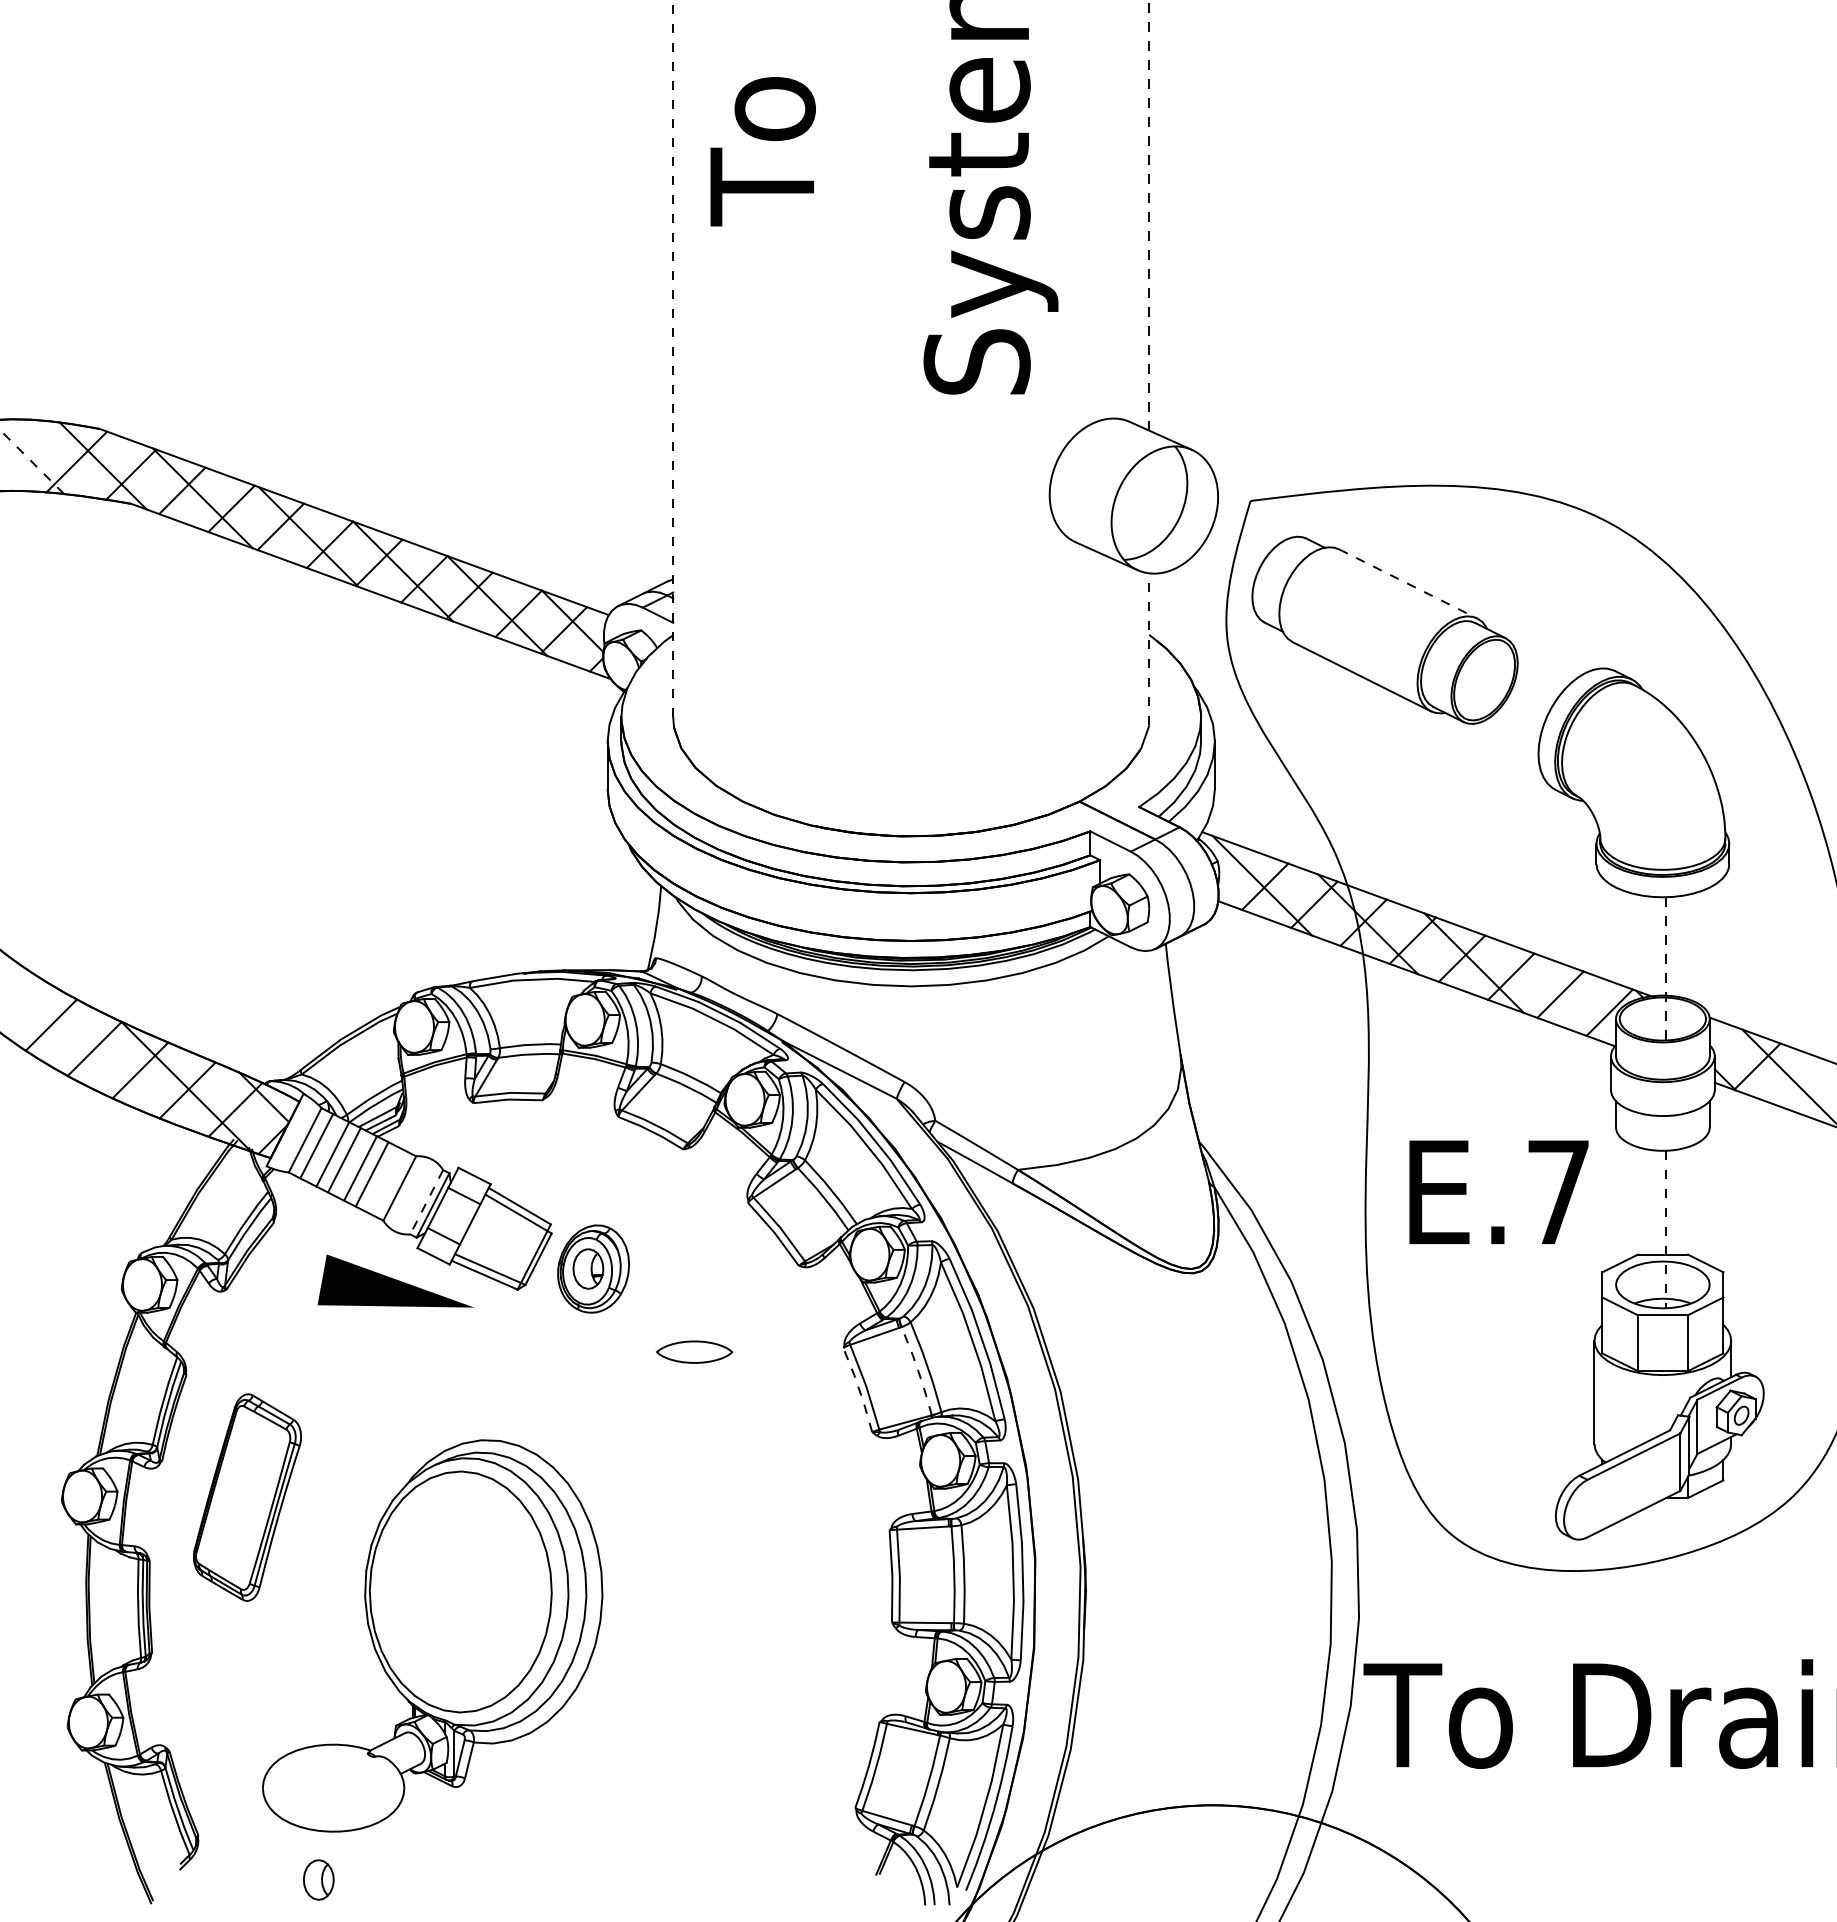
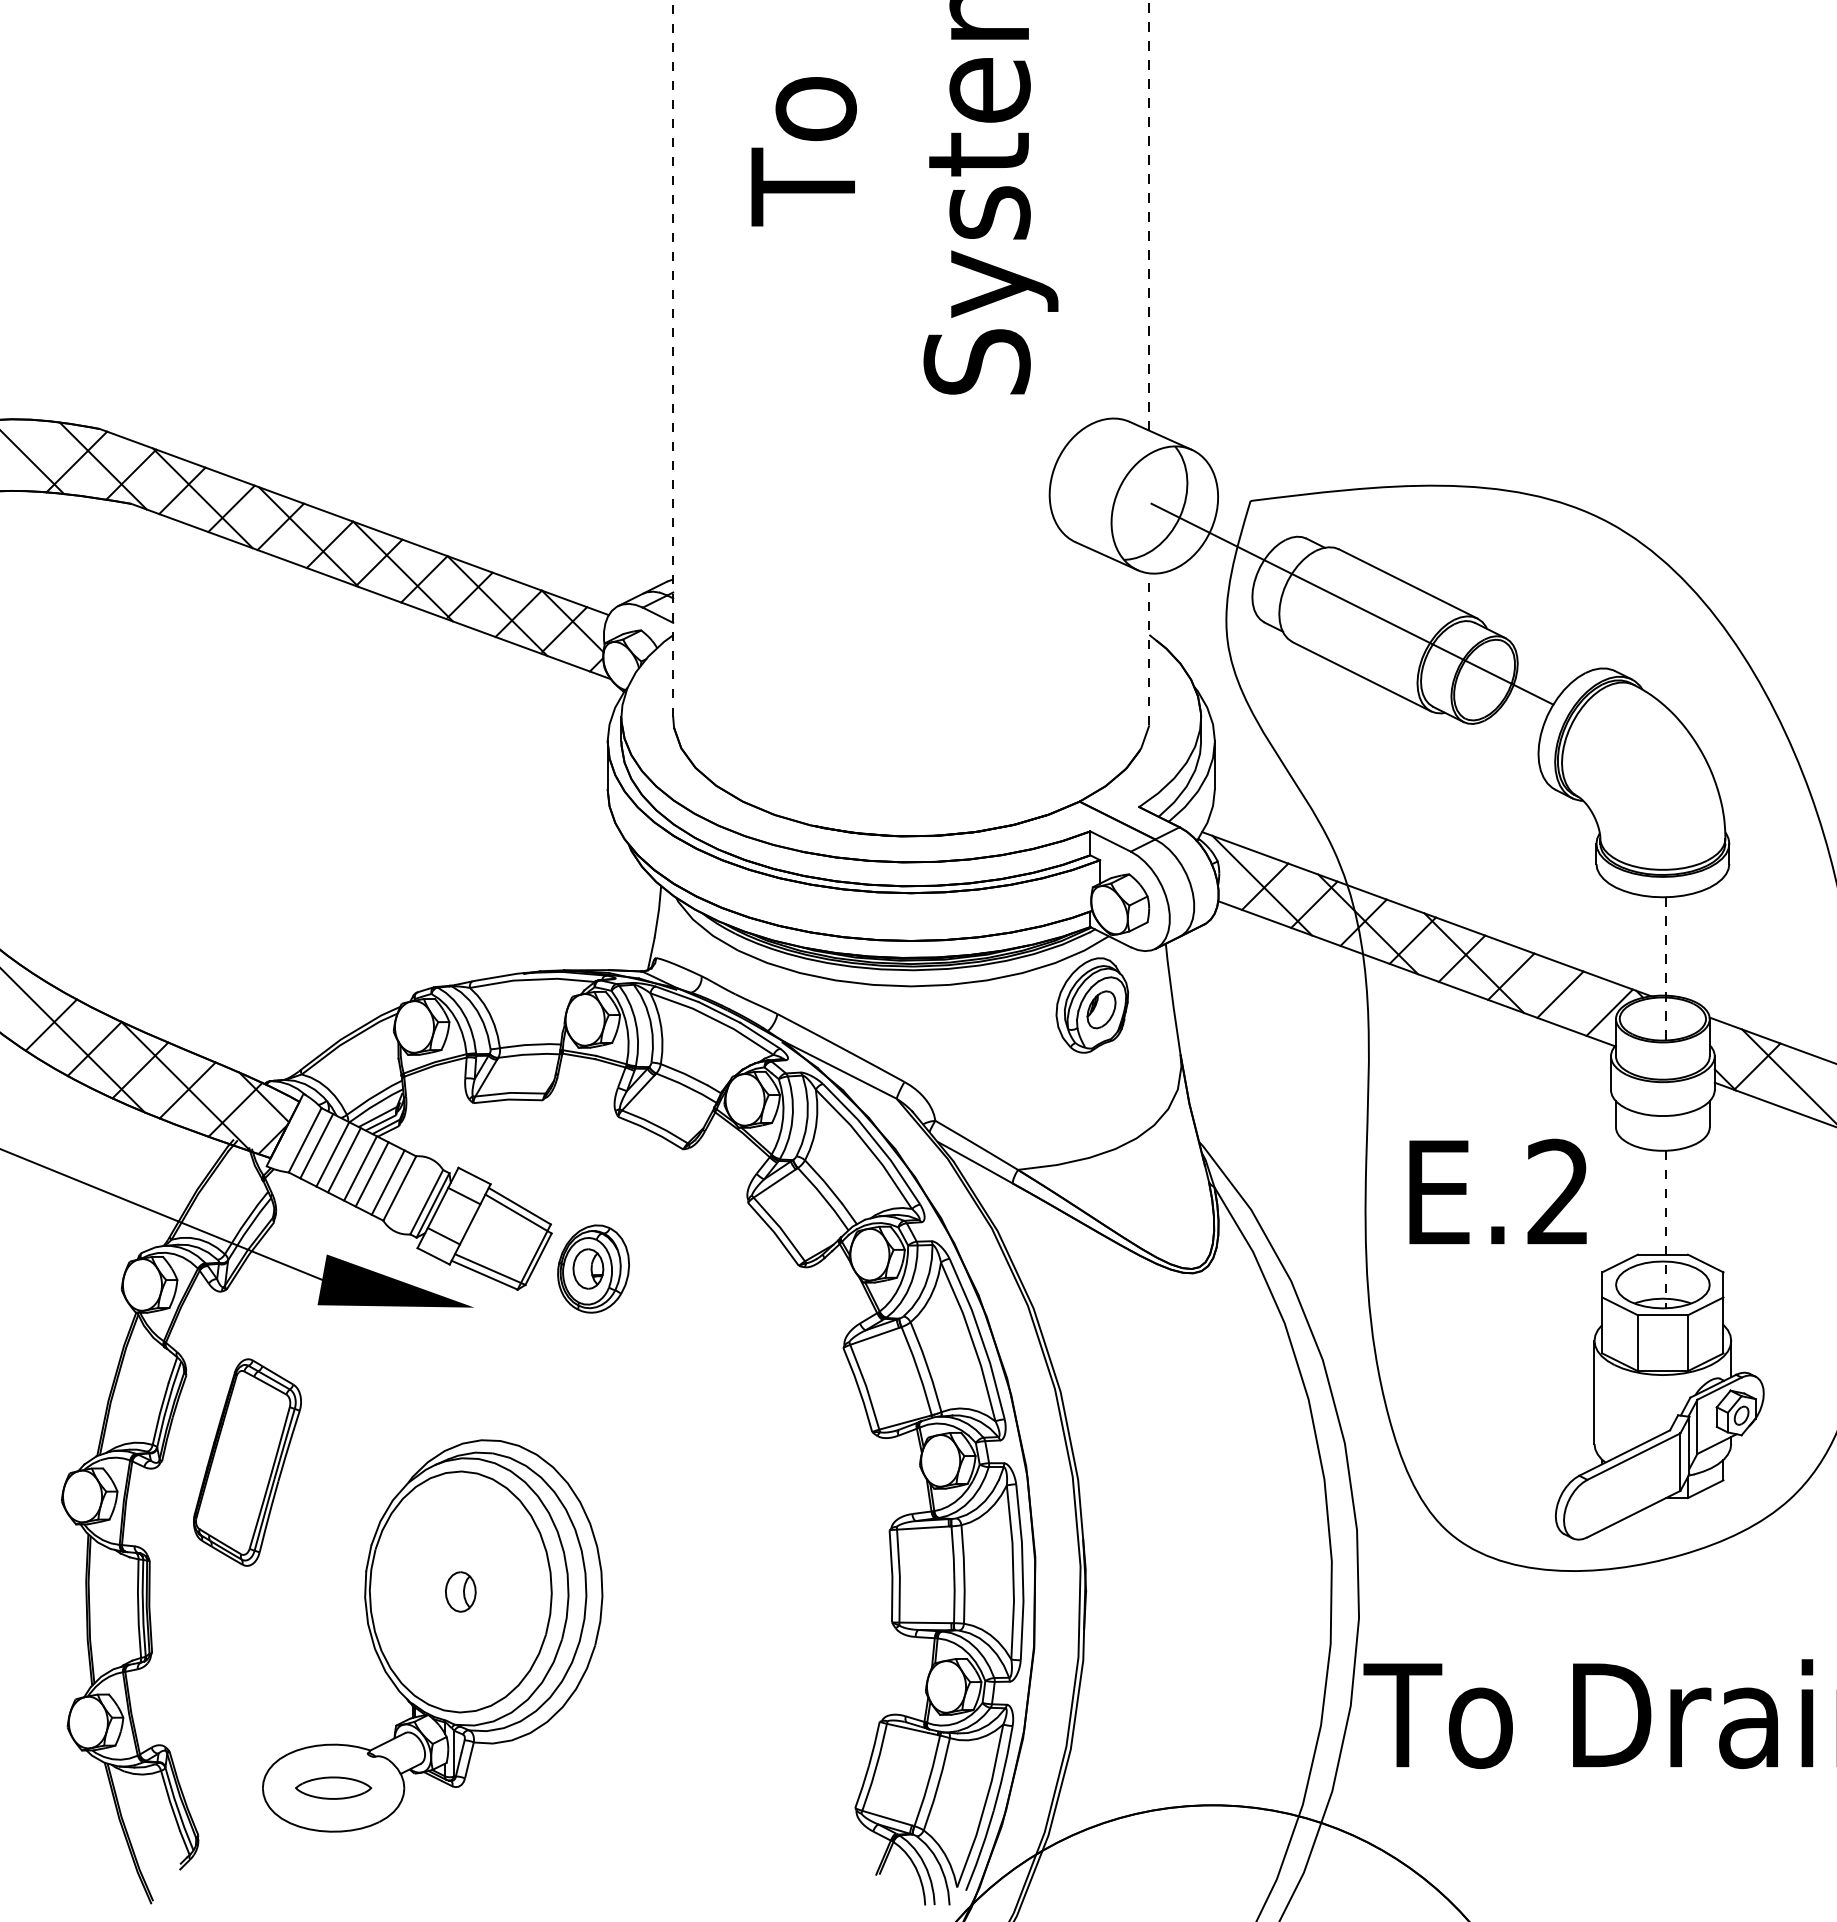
text at (762, 151) position: (762, 151) -> (803, 151)
line at (32, 462): dashed -> solid
line at (1408, 584): dashed -> solid
line at (1352, 603): none -> present
part at (1091, 1005): none -> present
line at (73, 1041): none -> present
line at (387, 1182): none -> present
text at (1557, 1191): E.7 -> E.2
line at (426, 1202): dashed -> solid
line at (162, 1214): none -> present
part at (694, 1351) position: (694, 1351) -> (333, 1787)
line at (918, 1370): dashed -> solid
line at (859, 1389): dashed -> solid
part at (247, 1497) position: (247, 1497) -> (247, 1462)
part at (318, 1879) position: (318, 1879) -> (460, 1591)
